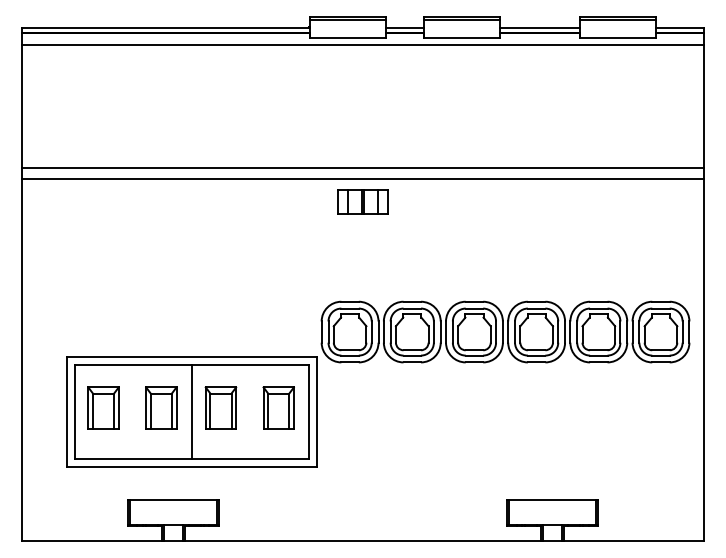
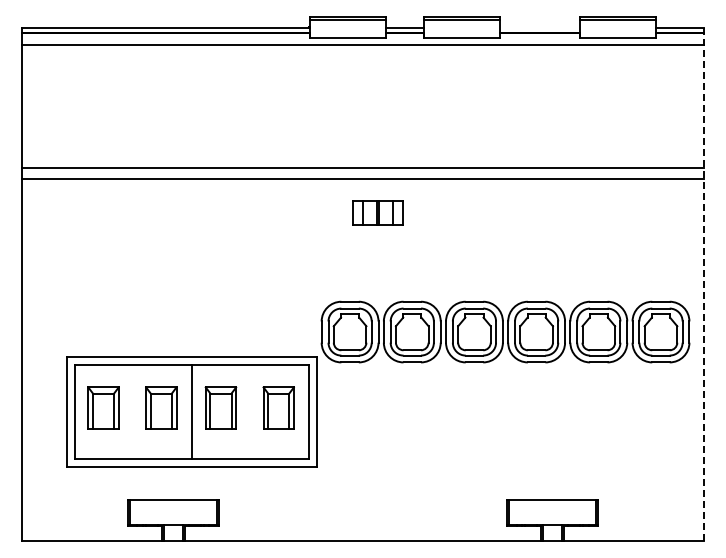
line at (540, 28): present -> none
part at (362, 201) position: (362, 201) -> (377, 212)
line at (704, 284): solid -> dashed
